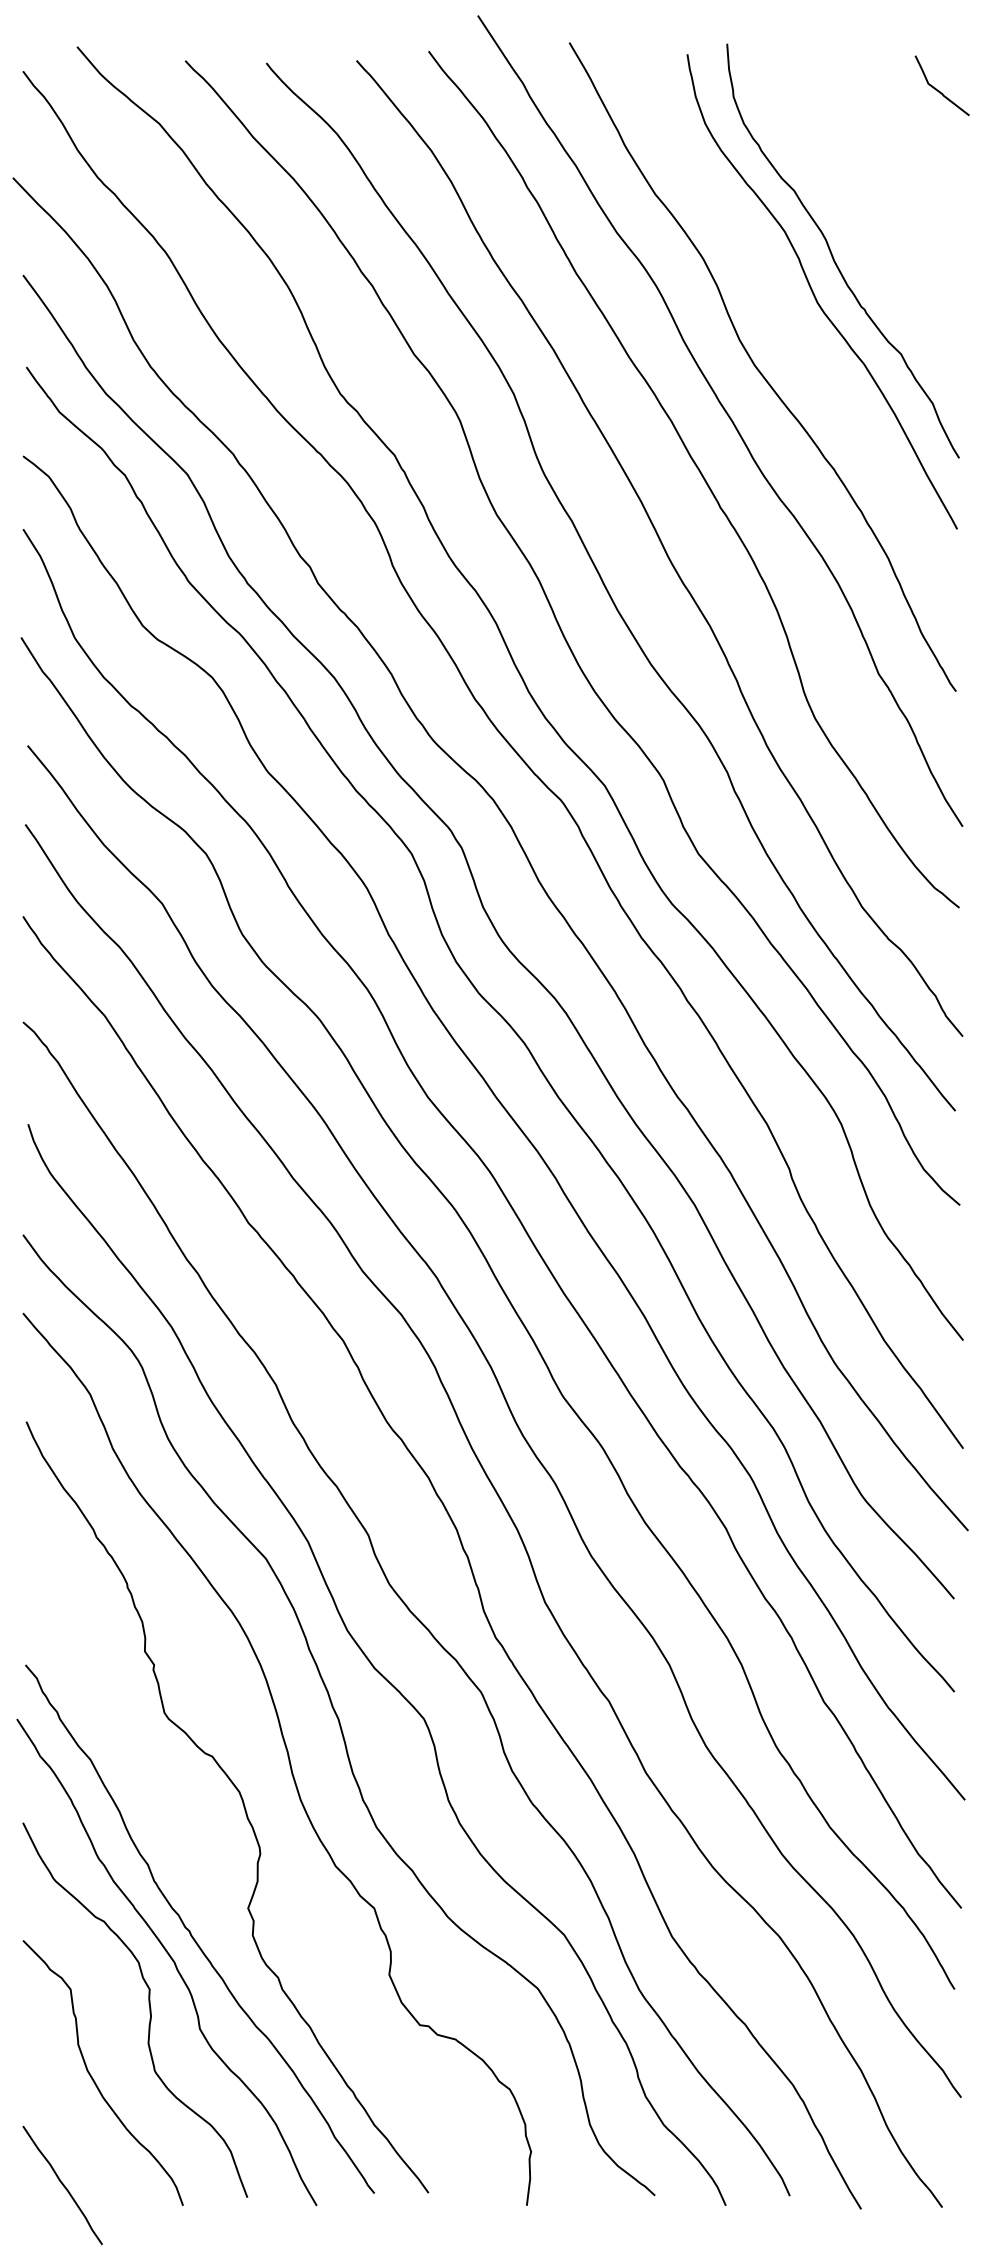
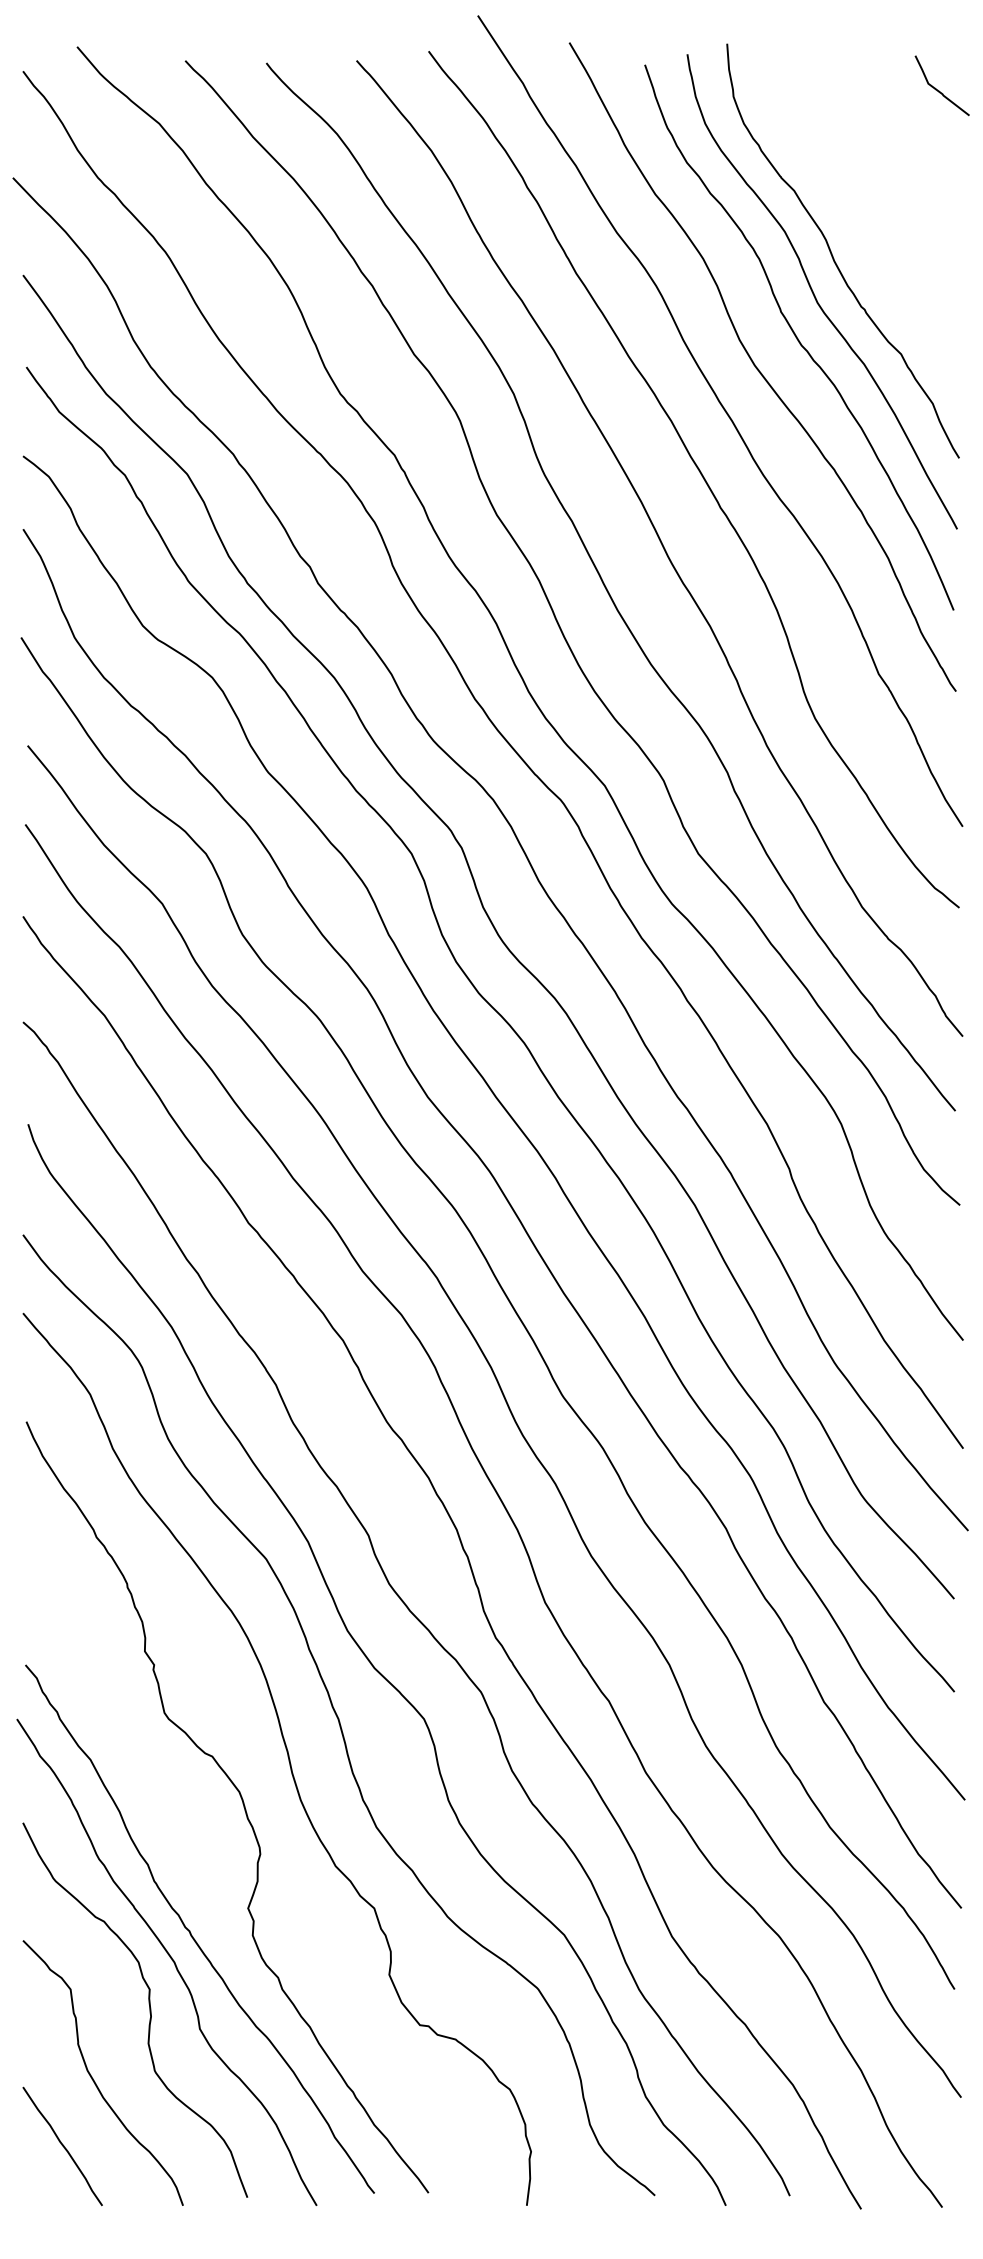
curve at (798, 338): none -> present
curve at (62, 2185) position: (62, 2185) -> (62, 2146)
